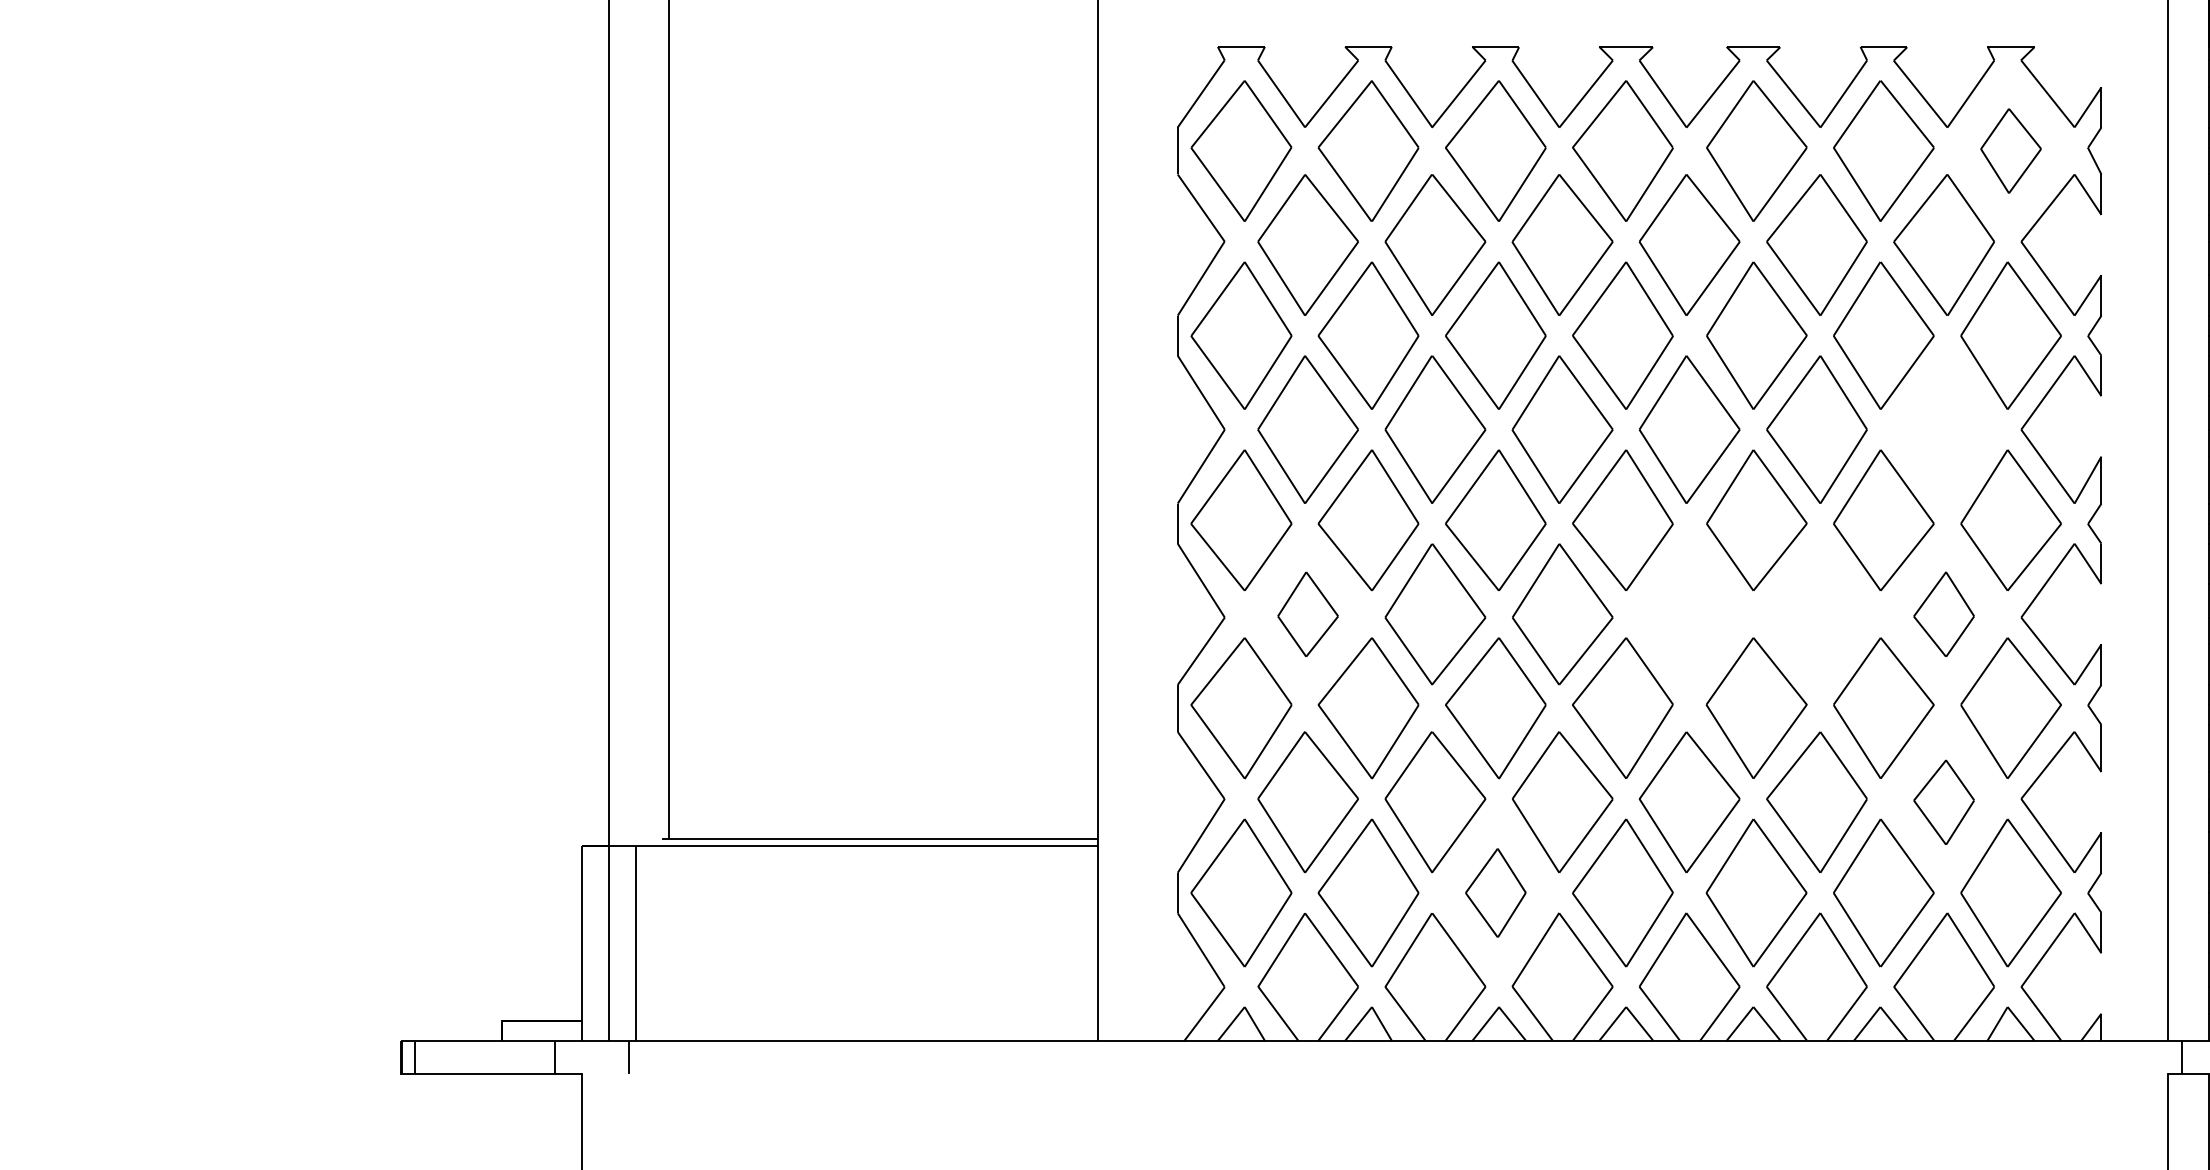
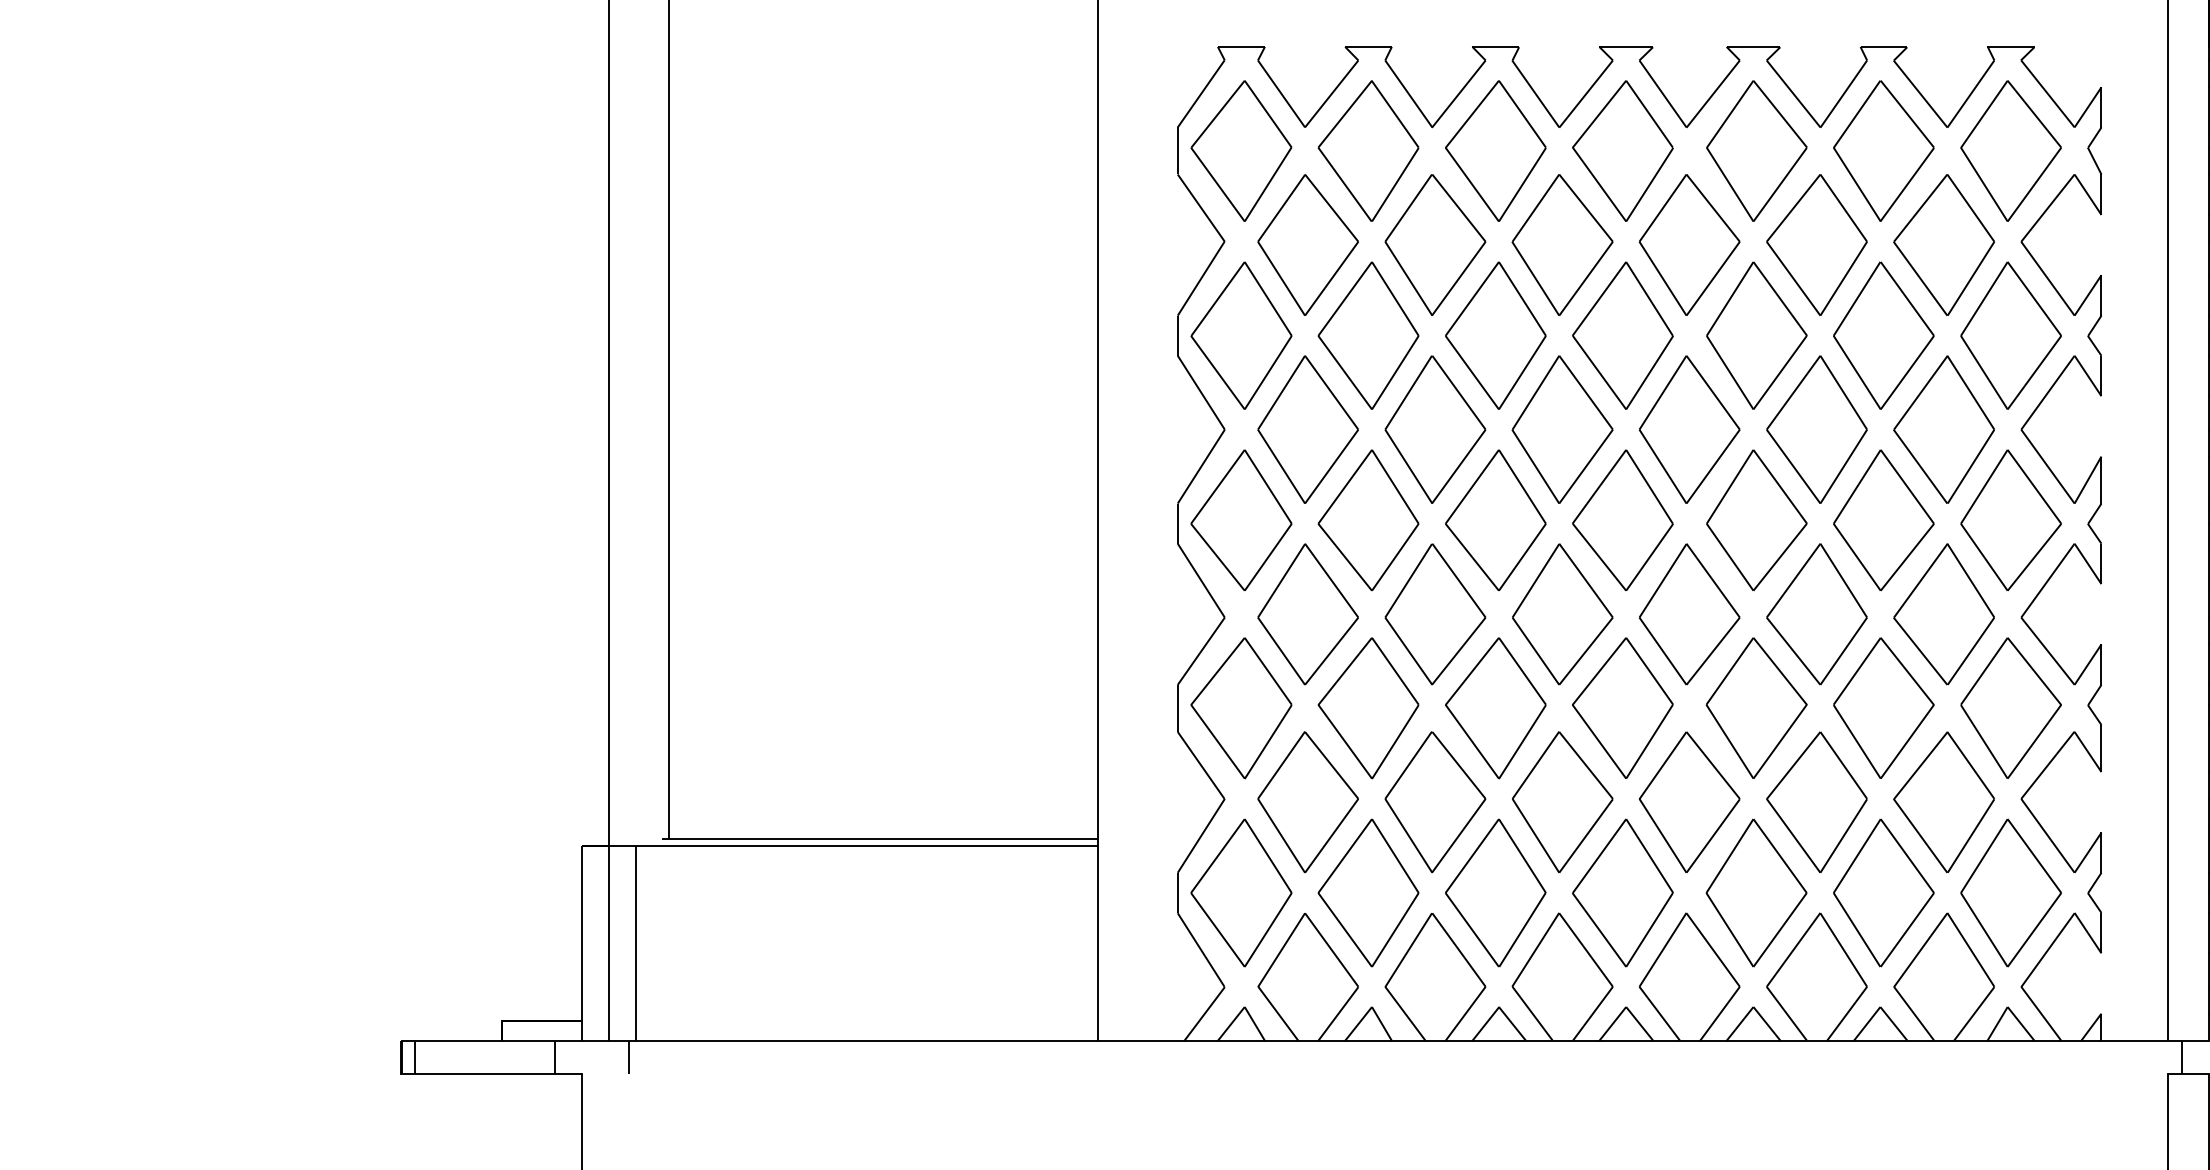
part at (2010, 150) size: 62x86 px -> 102x142 px
part at (1943, 429): none -> present
part at (1307, 613) size: 62x86 px -> 102x143 px
part at (1943, 613) size: 62x86 px -> 102x143 px
part at (1689, 614): none -> present
part at (1816, 614): none -> present
part at (1943, 801) size: 62x86 px -> 102x143 px
part at (1495, 892) size: 62x90 px -> 102x150 px
